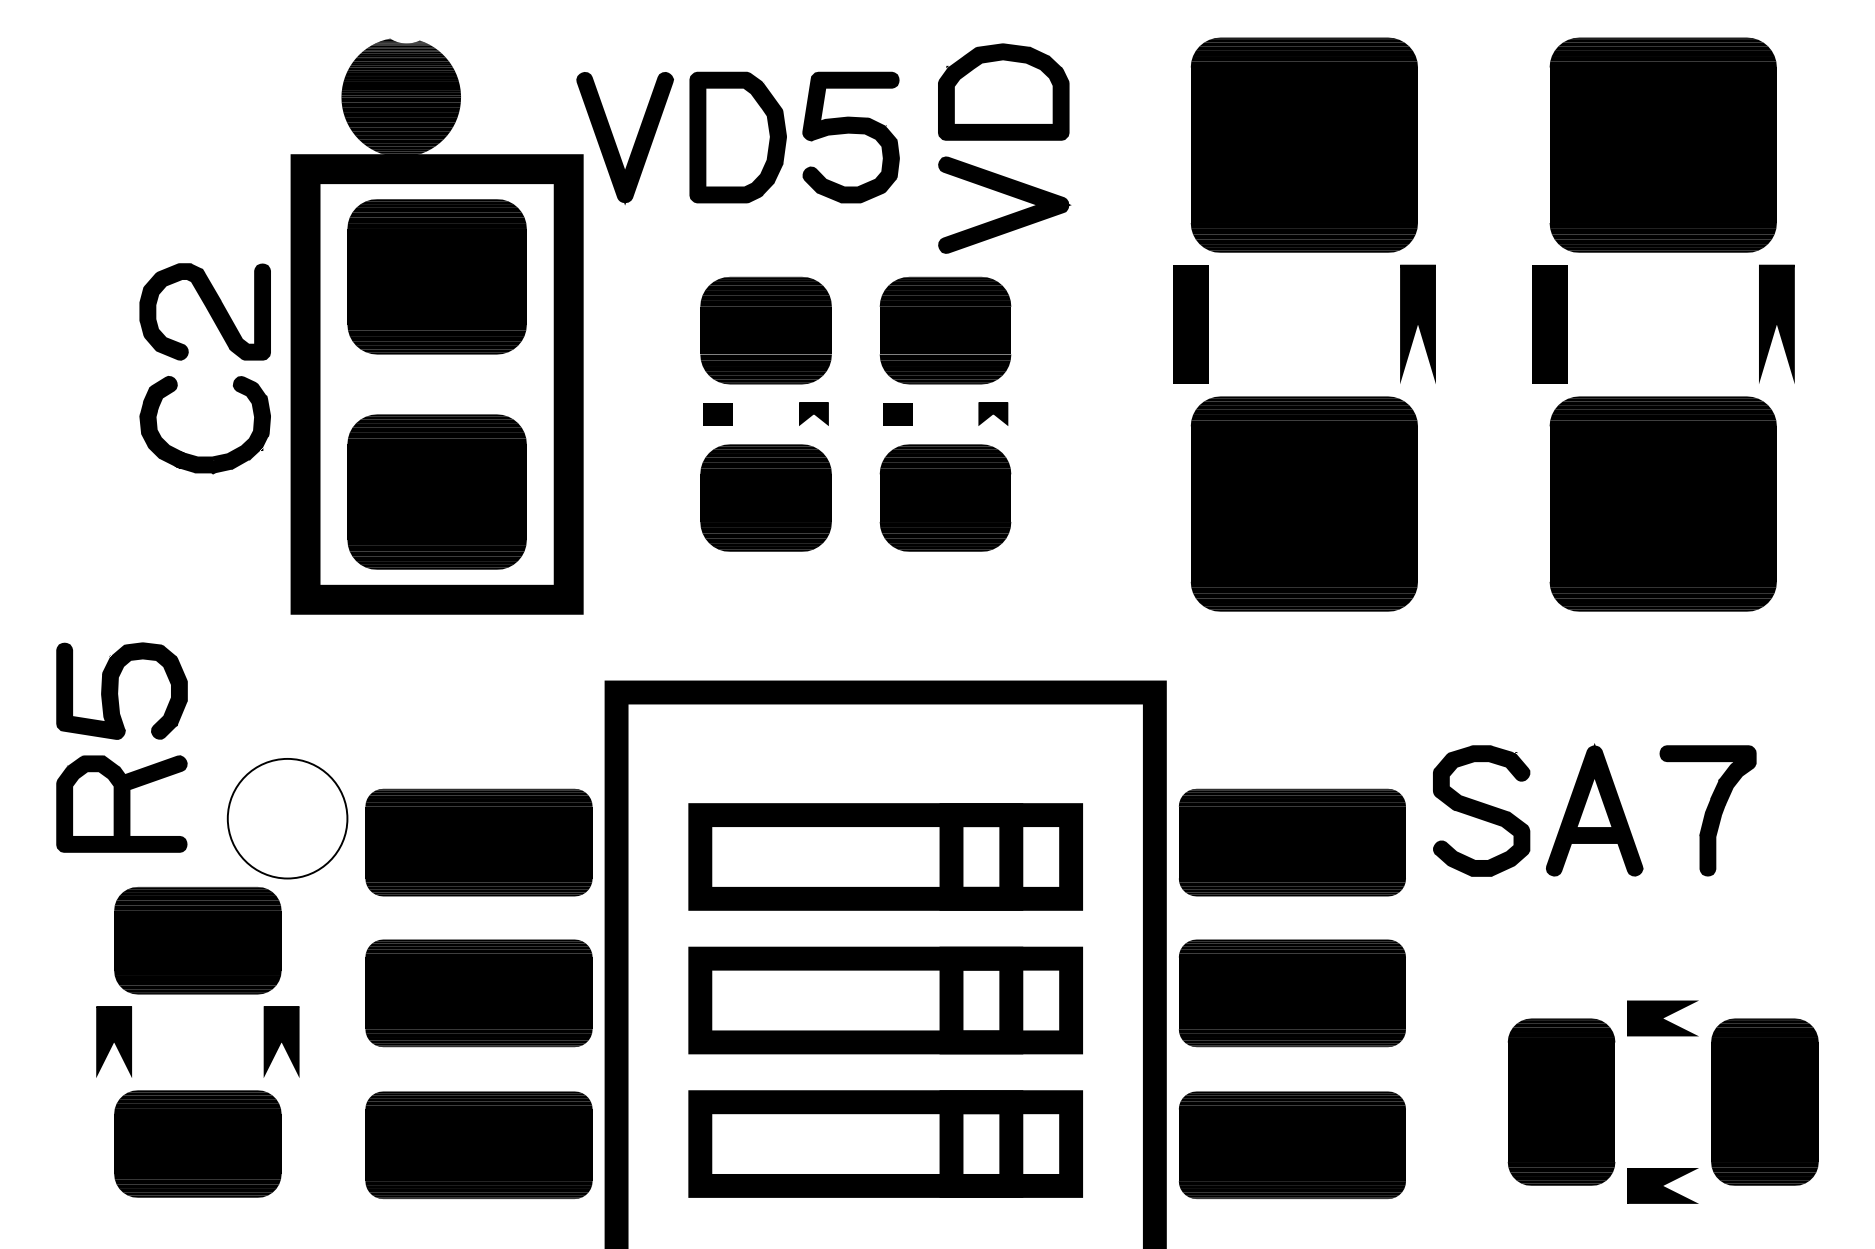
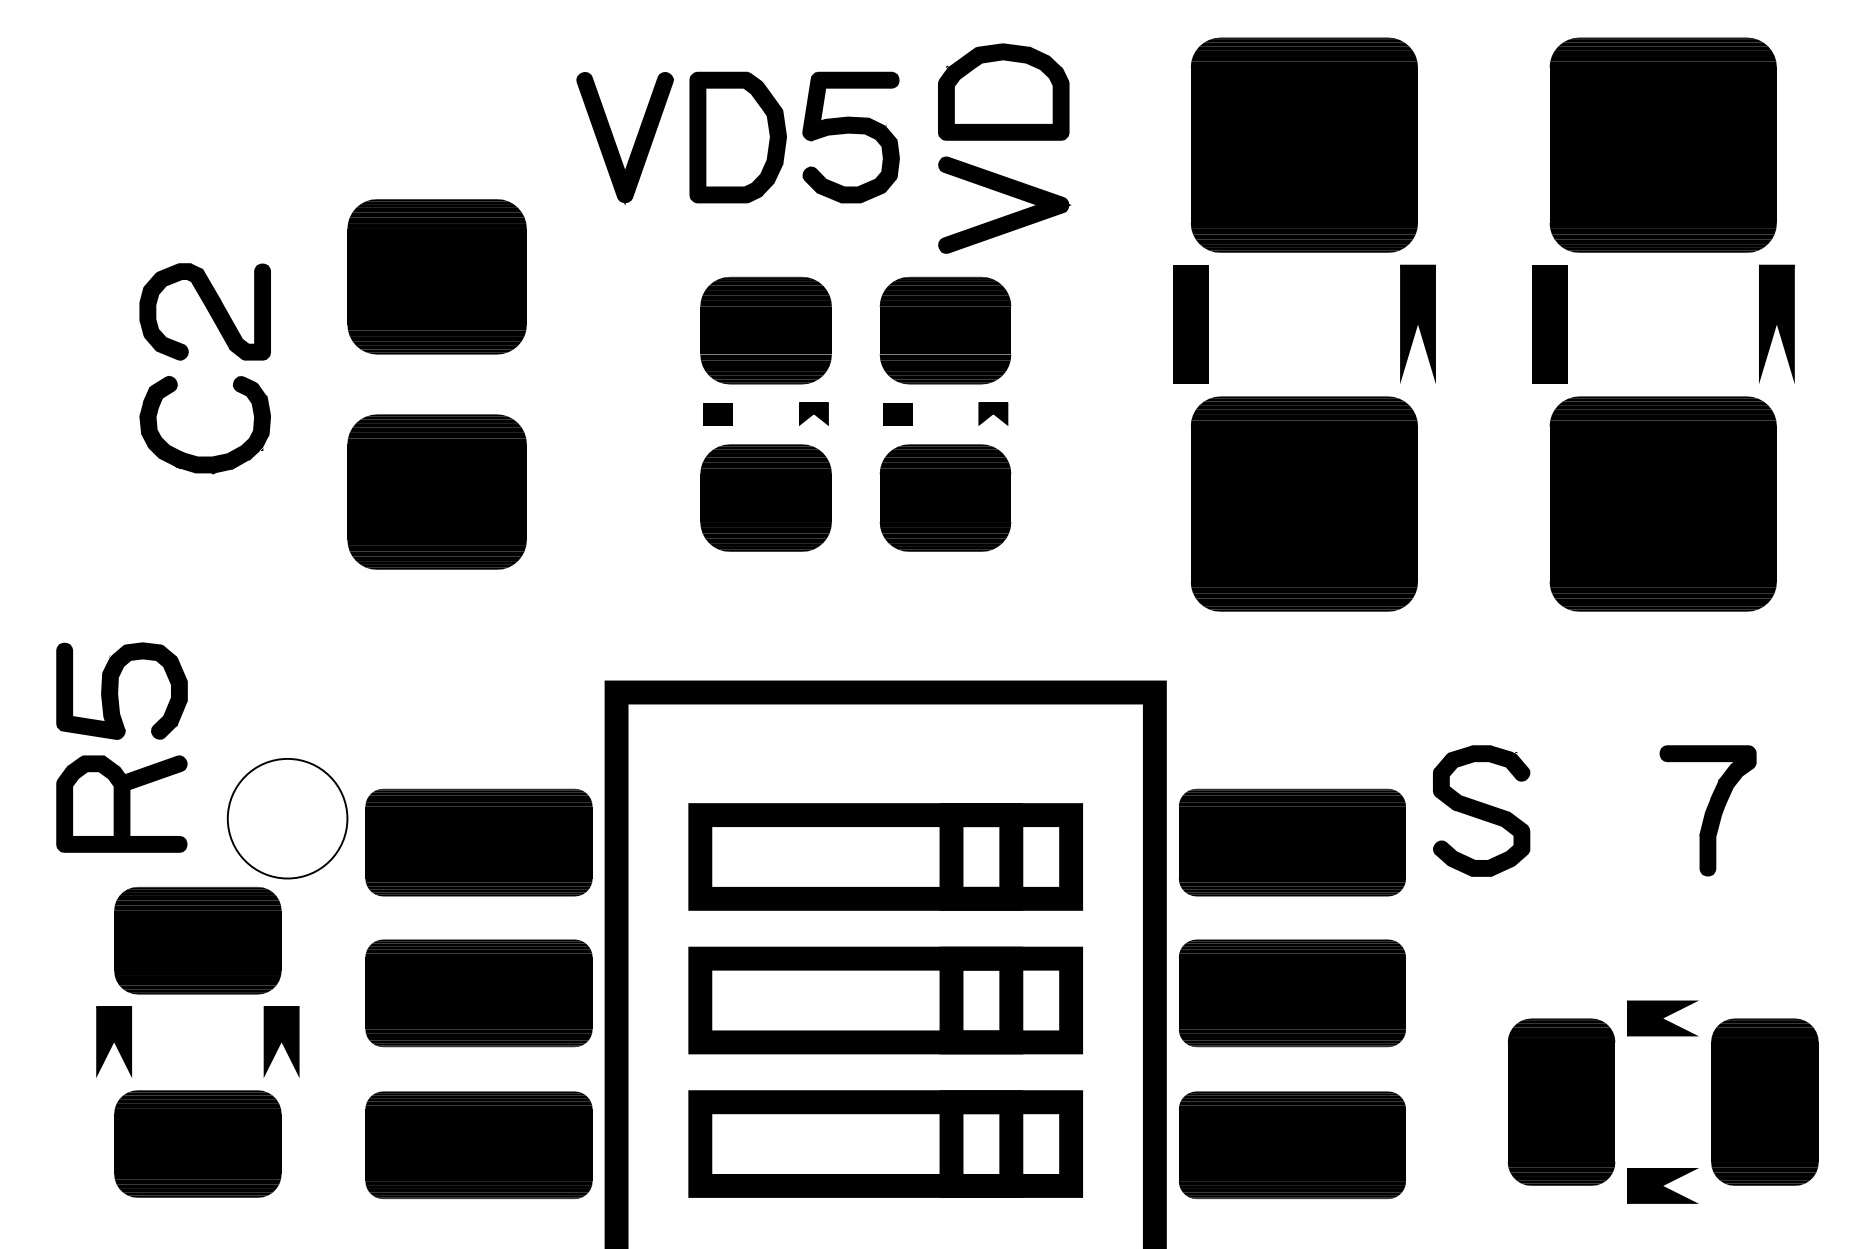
part at (436, 326): present -> none
part at (1594, 809): present -> none
